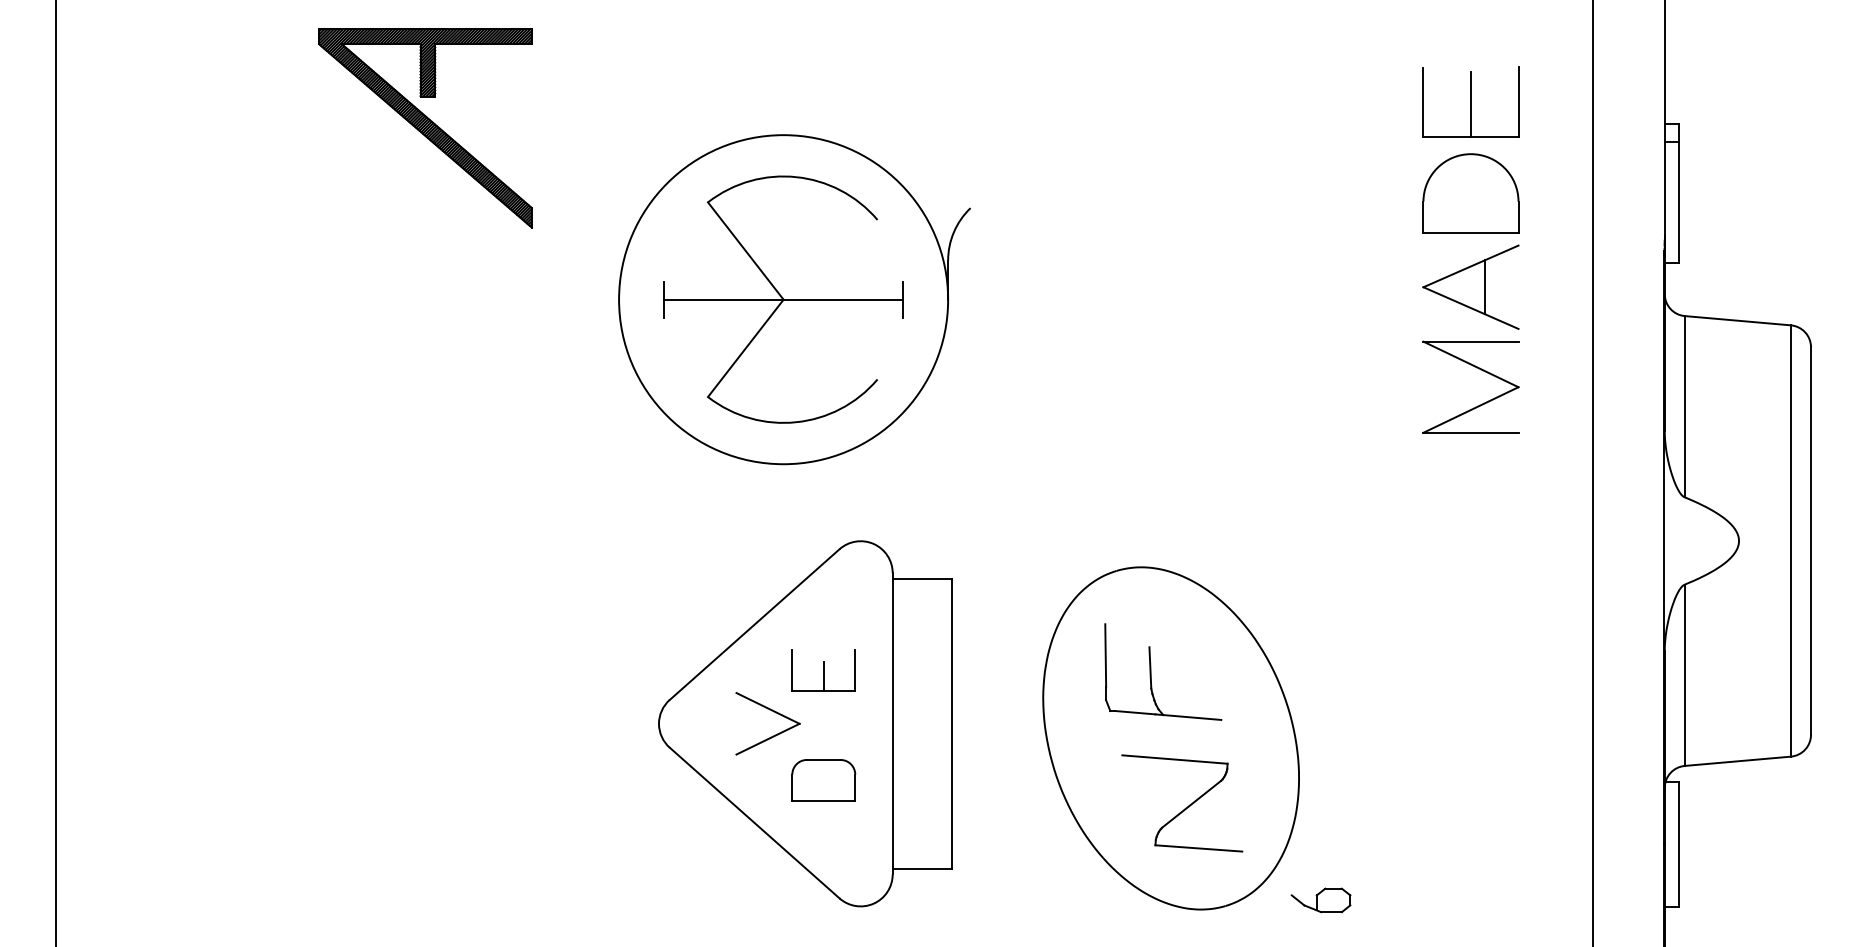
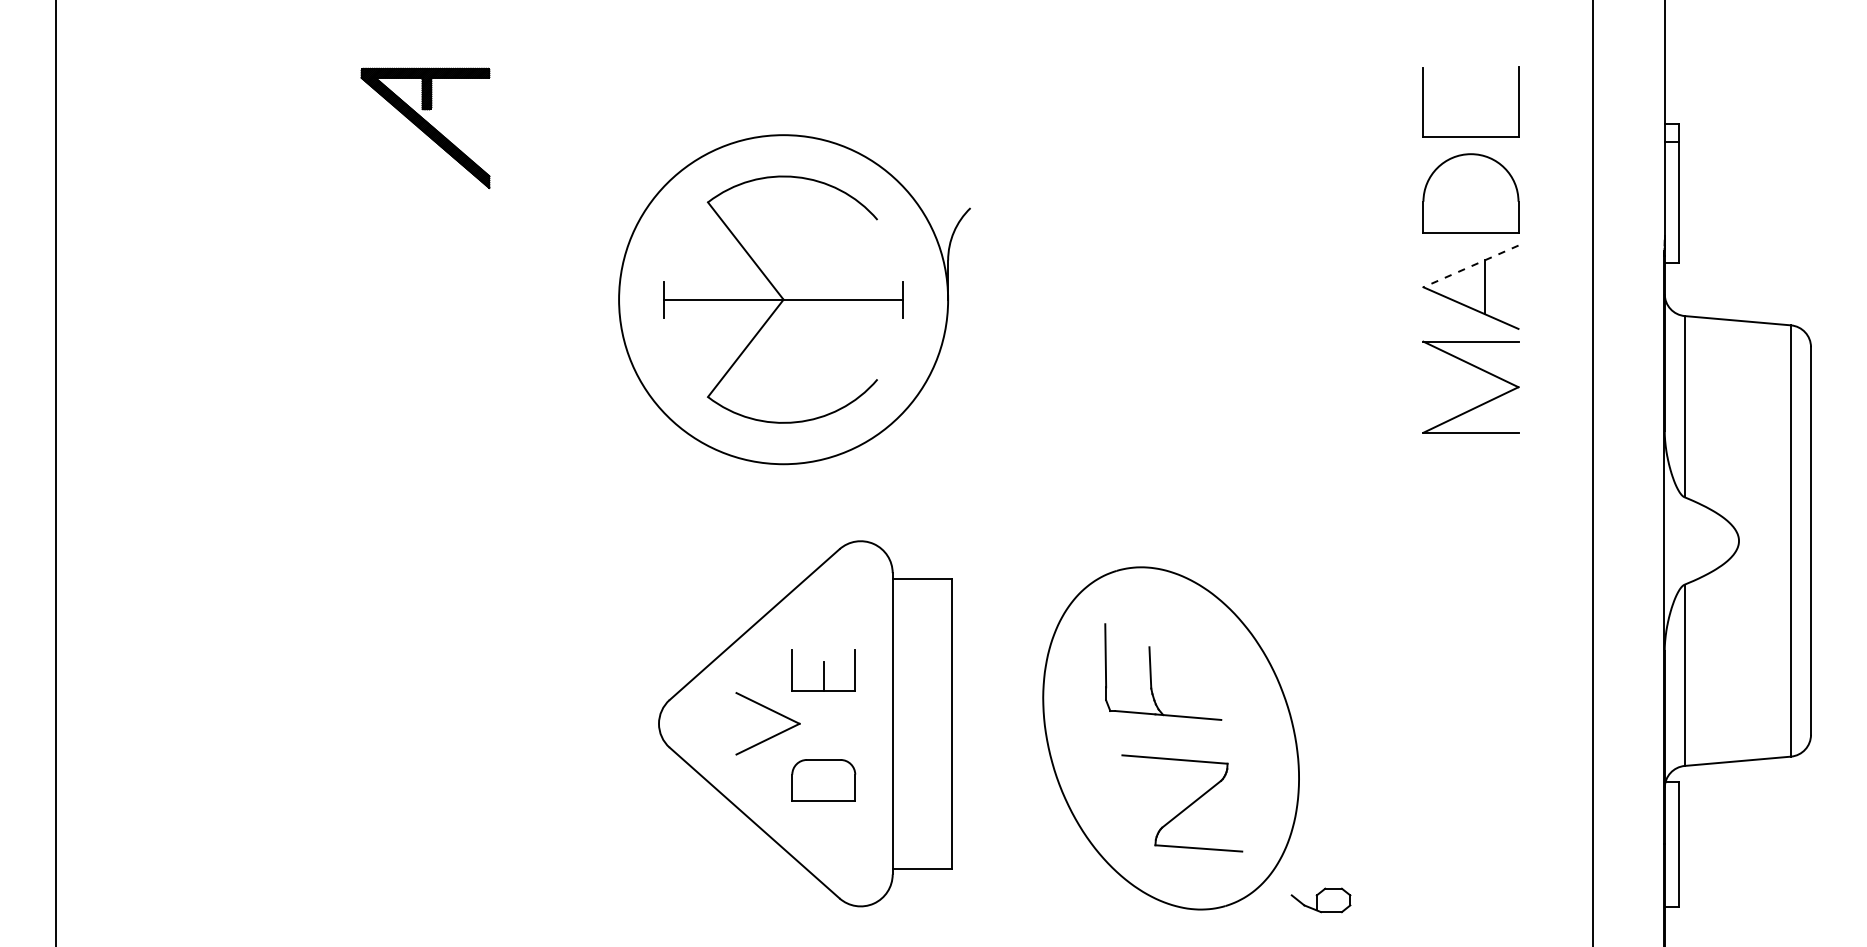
line at (1470, 104): present -> none
part at (425, 128) size: 215x201 px -> 131x123 px
line at (1470, 266): solid -> dashed
